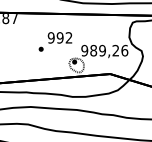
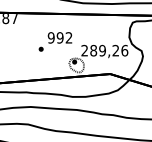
text at (84, 50): 989,26 -> 289,26
